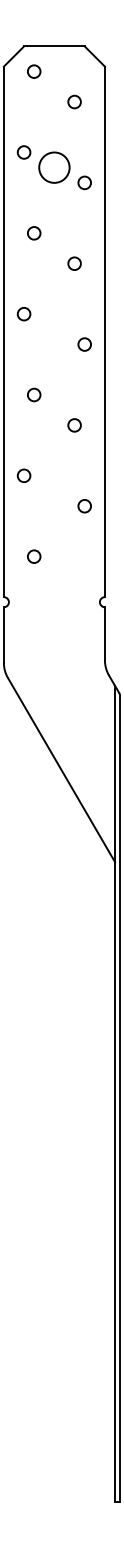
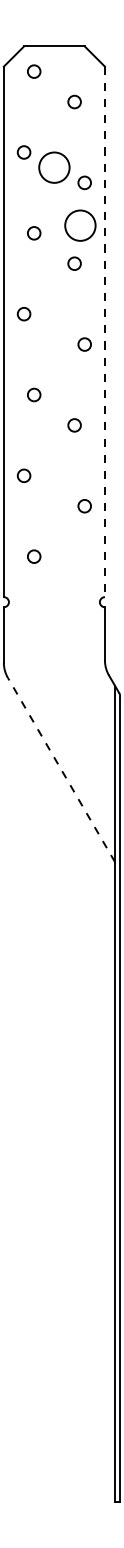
circle at (80, 225): none -> present
line at (104, 332): solid -> dashed
line at (61, 769): solid -> dashed
